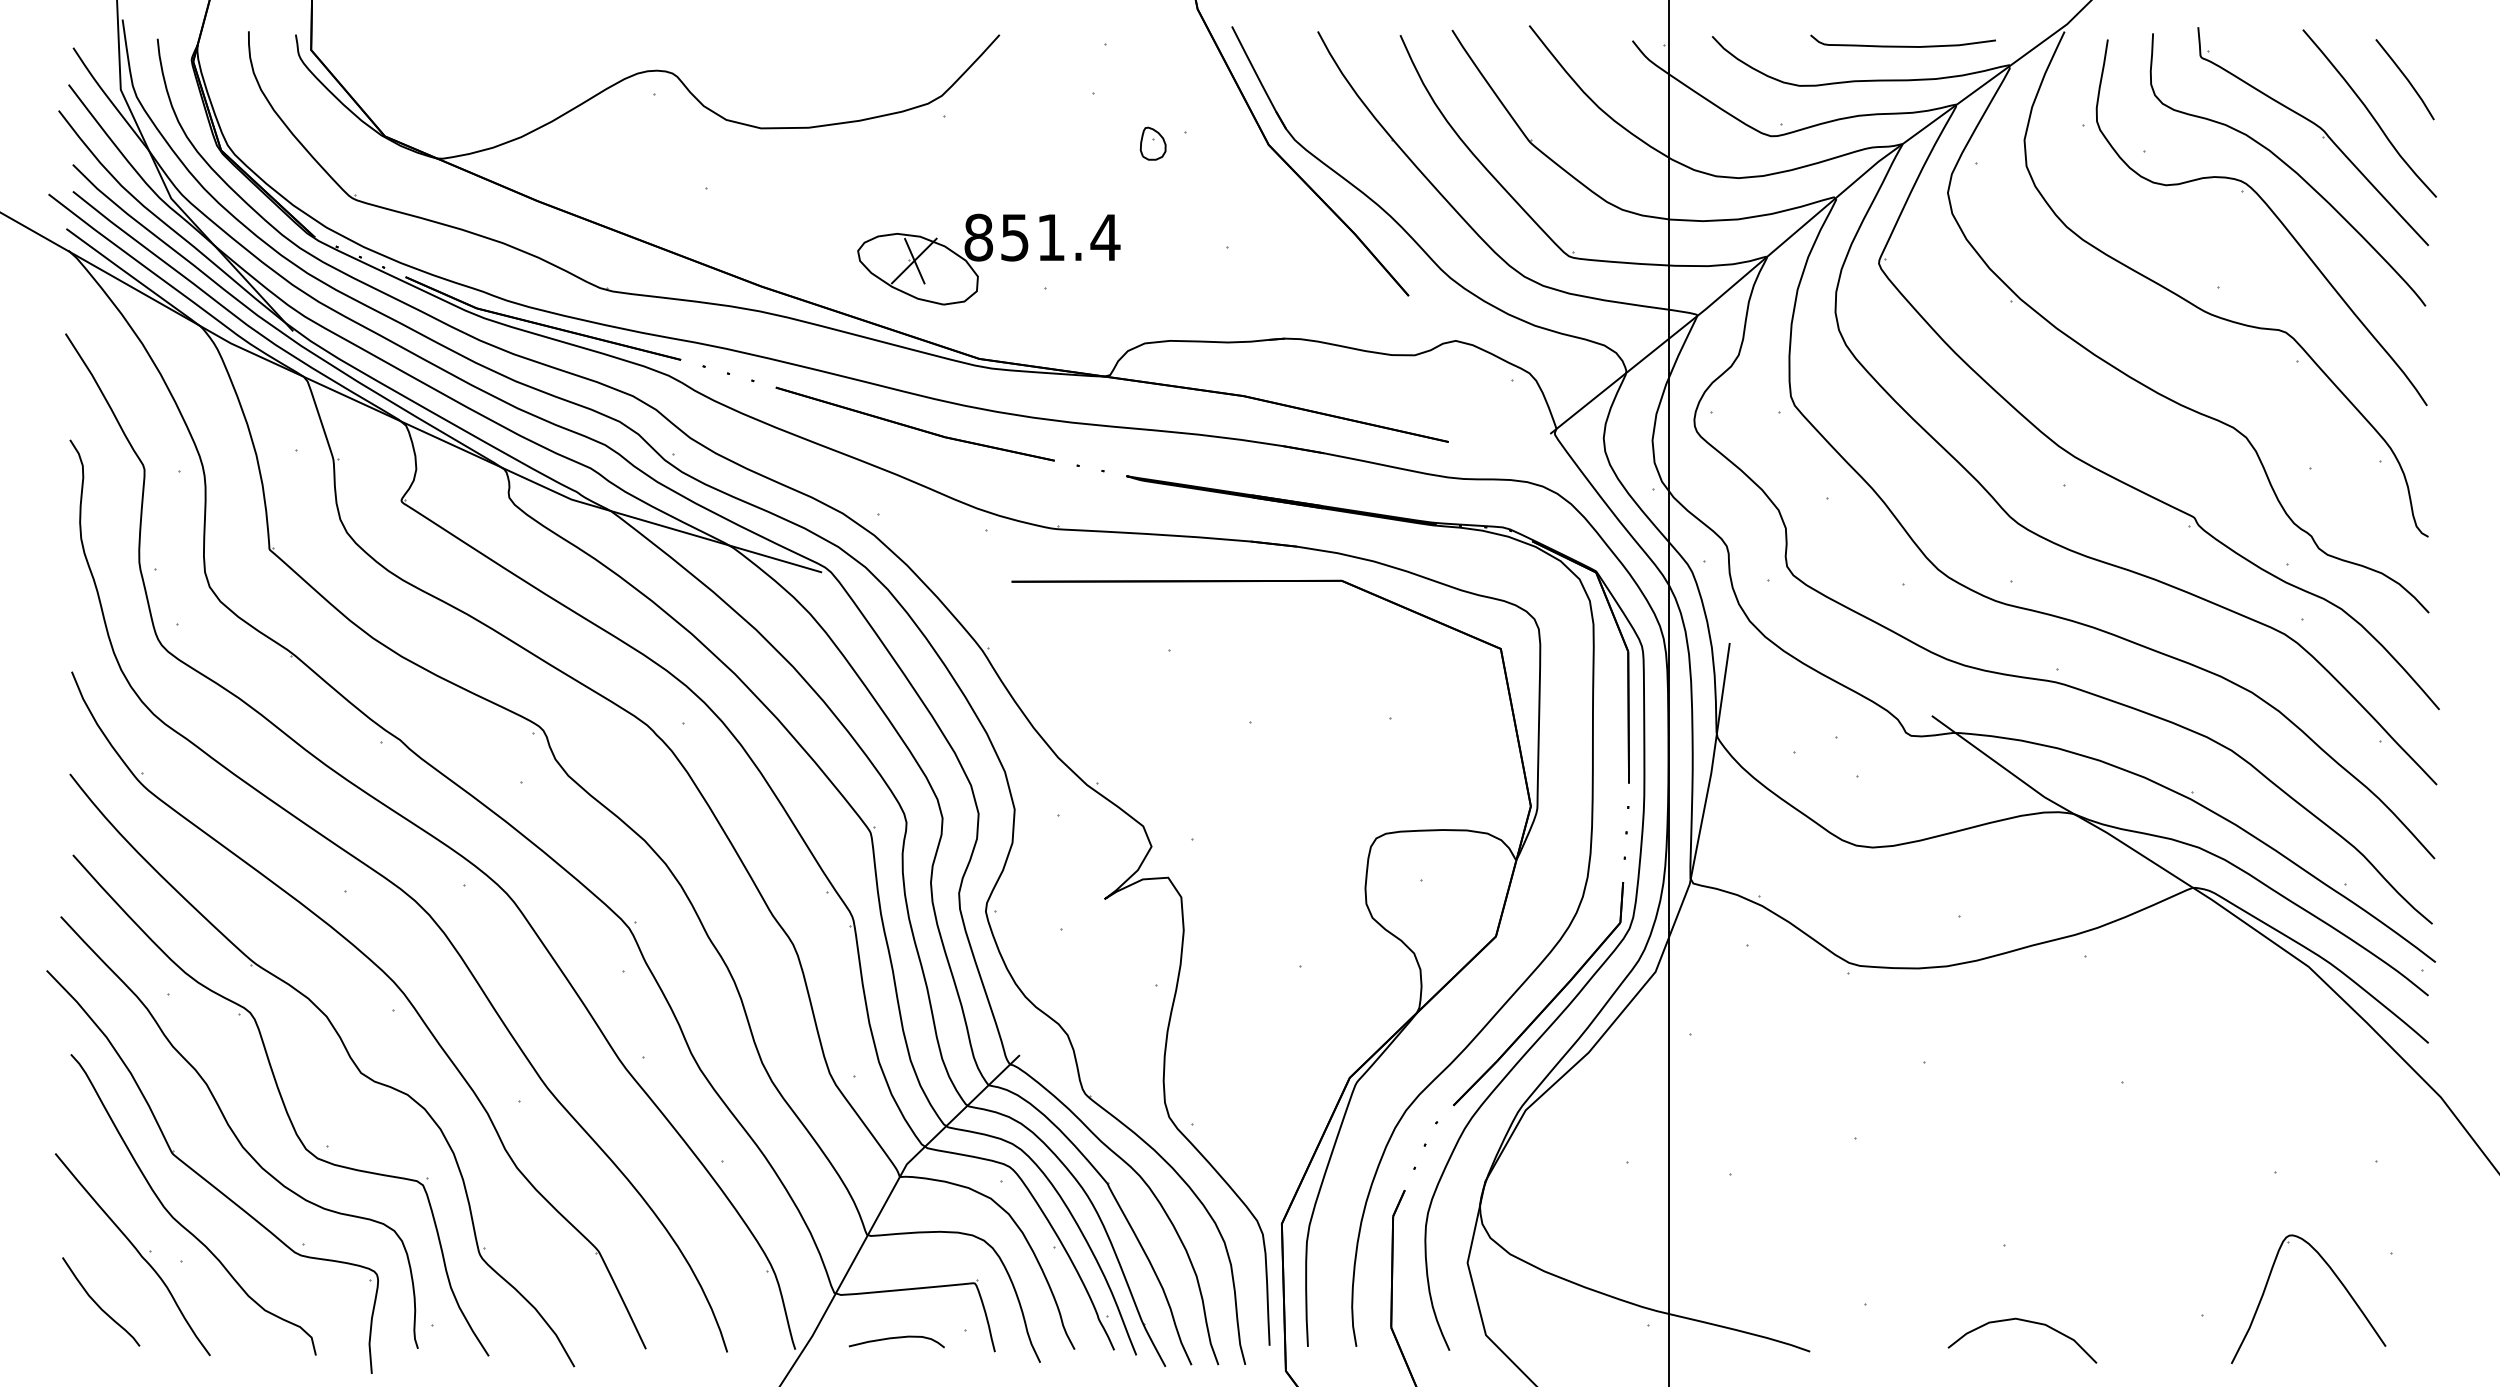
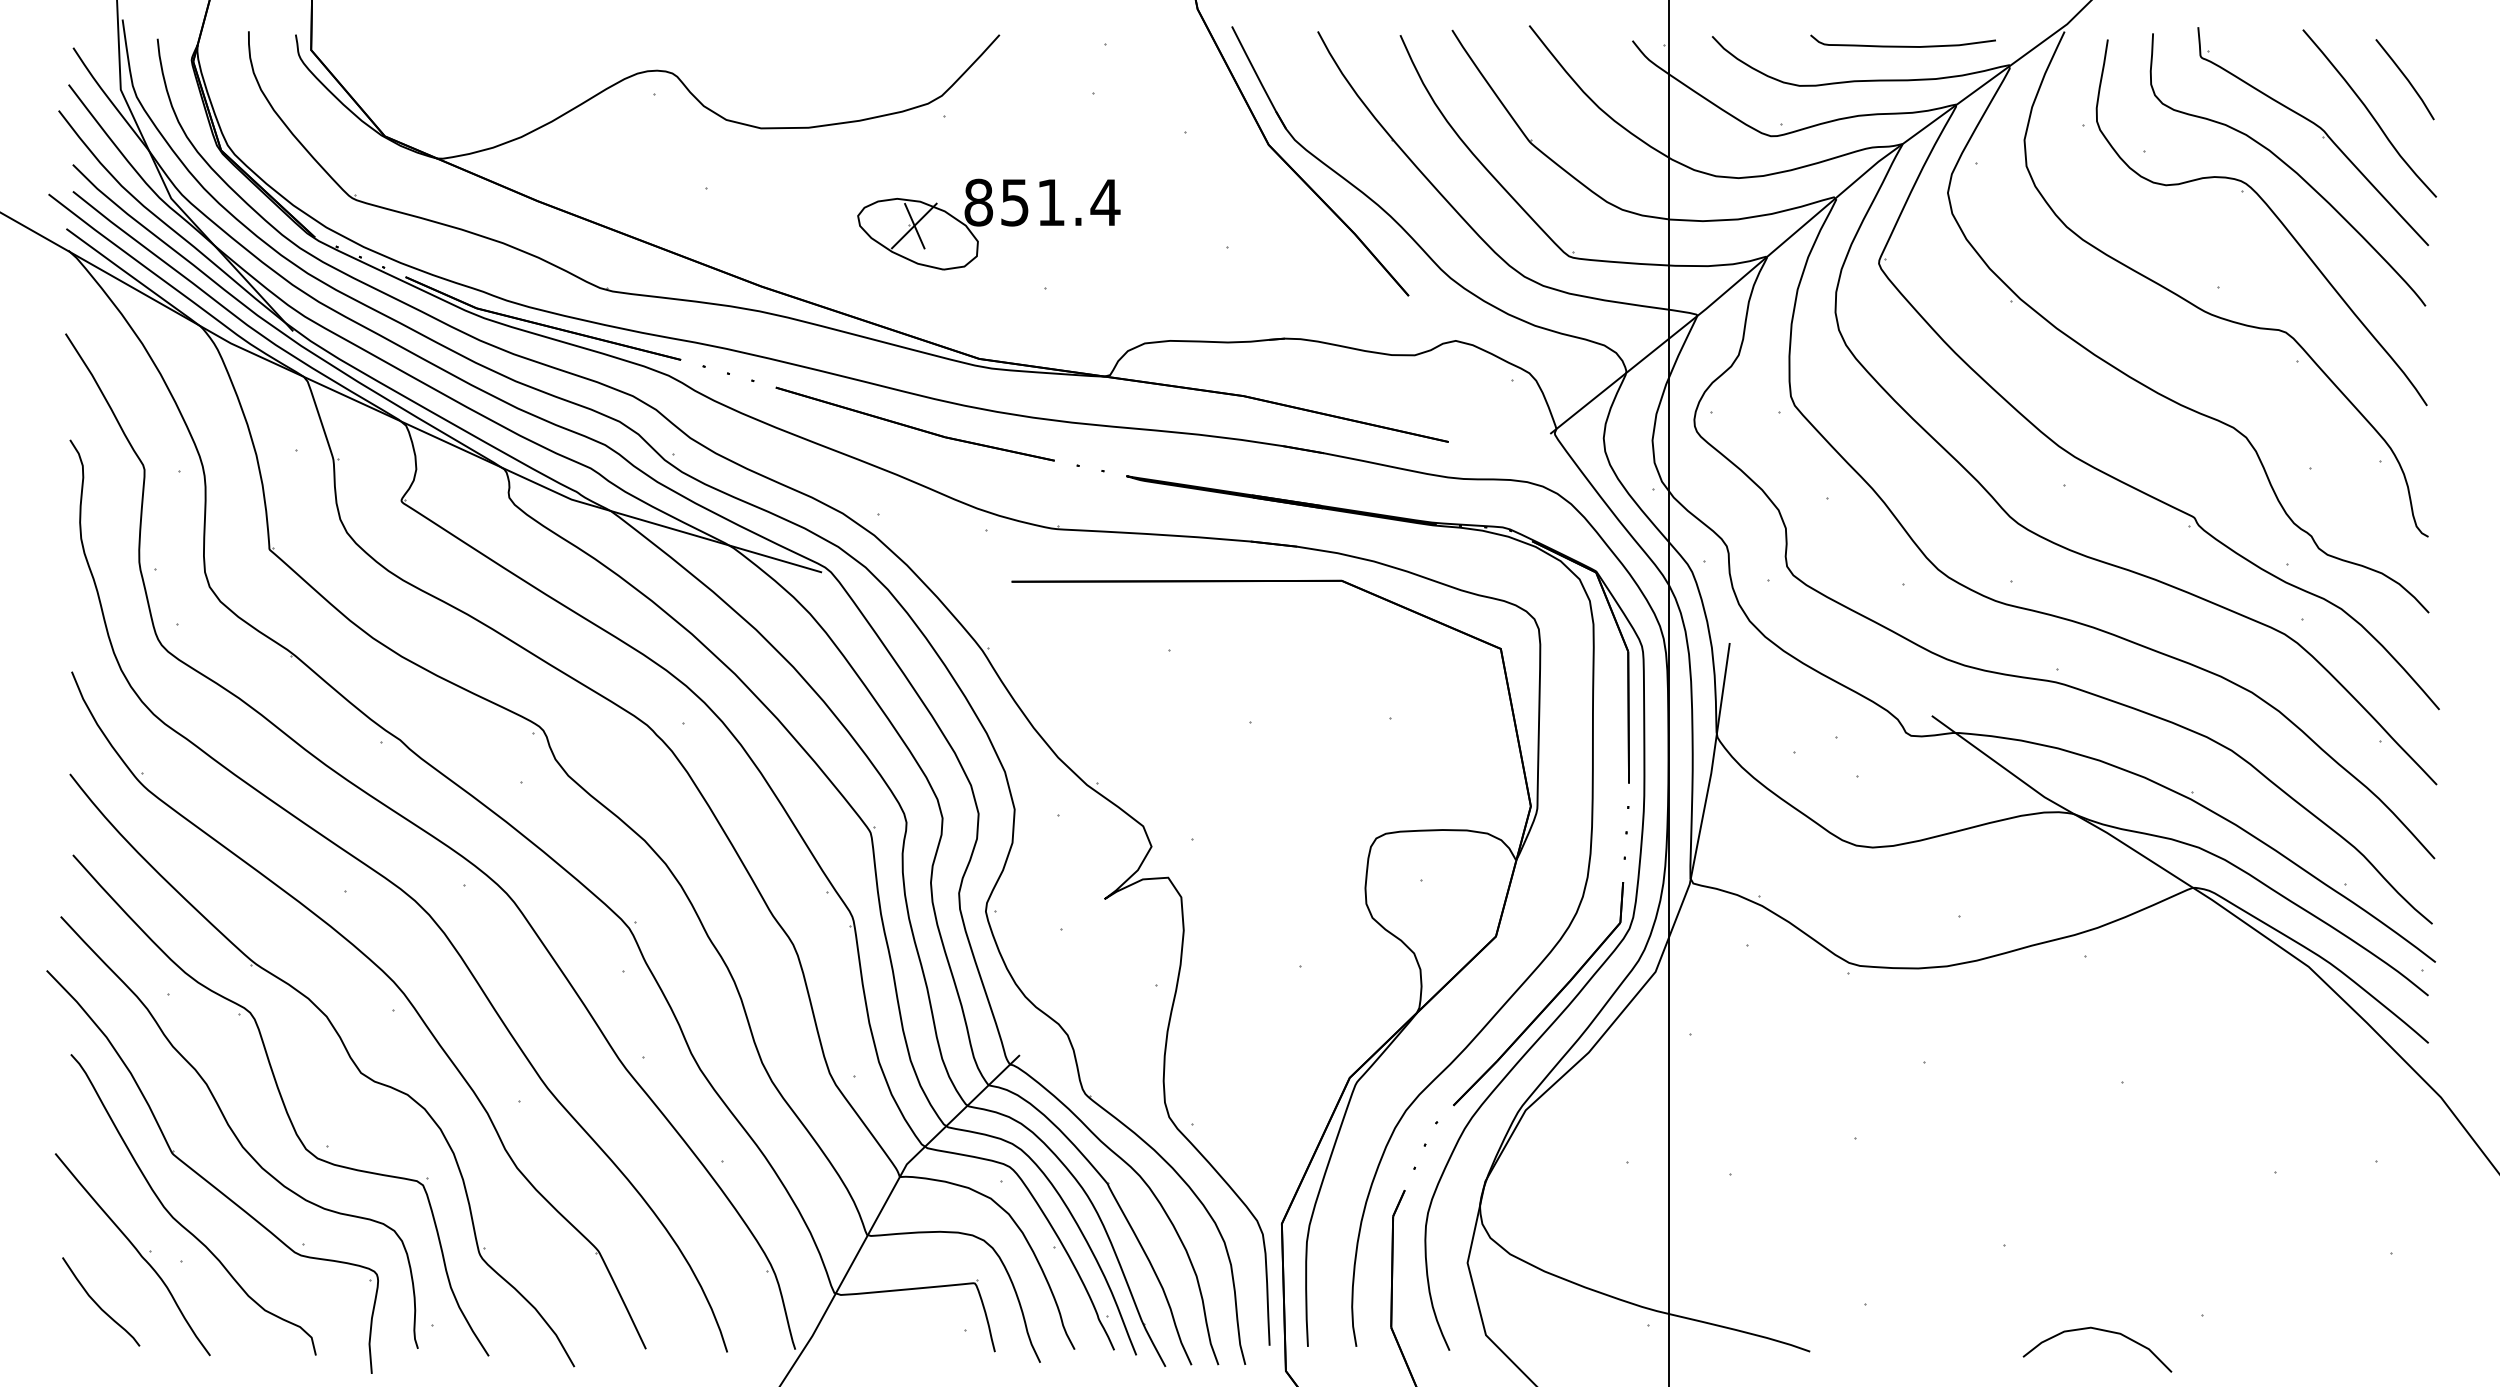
part at (1152, 143): present -> none
part at (988, 259) position: (988, 259) -> (988, 224)
part at (2337, 1279): present -> none
curve at (2028, 1322) position: (2028, 1322) -> (2103, 1331)
curve at (896, 1338): present -> none
